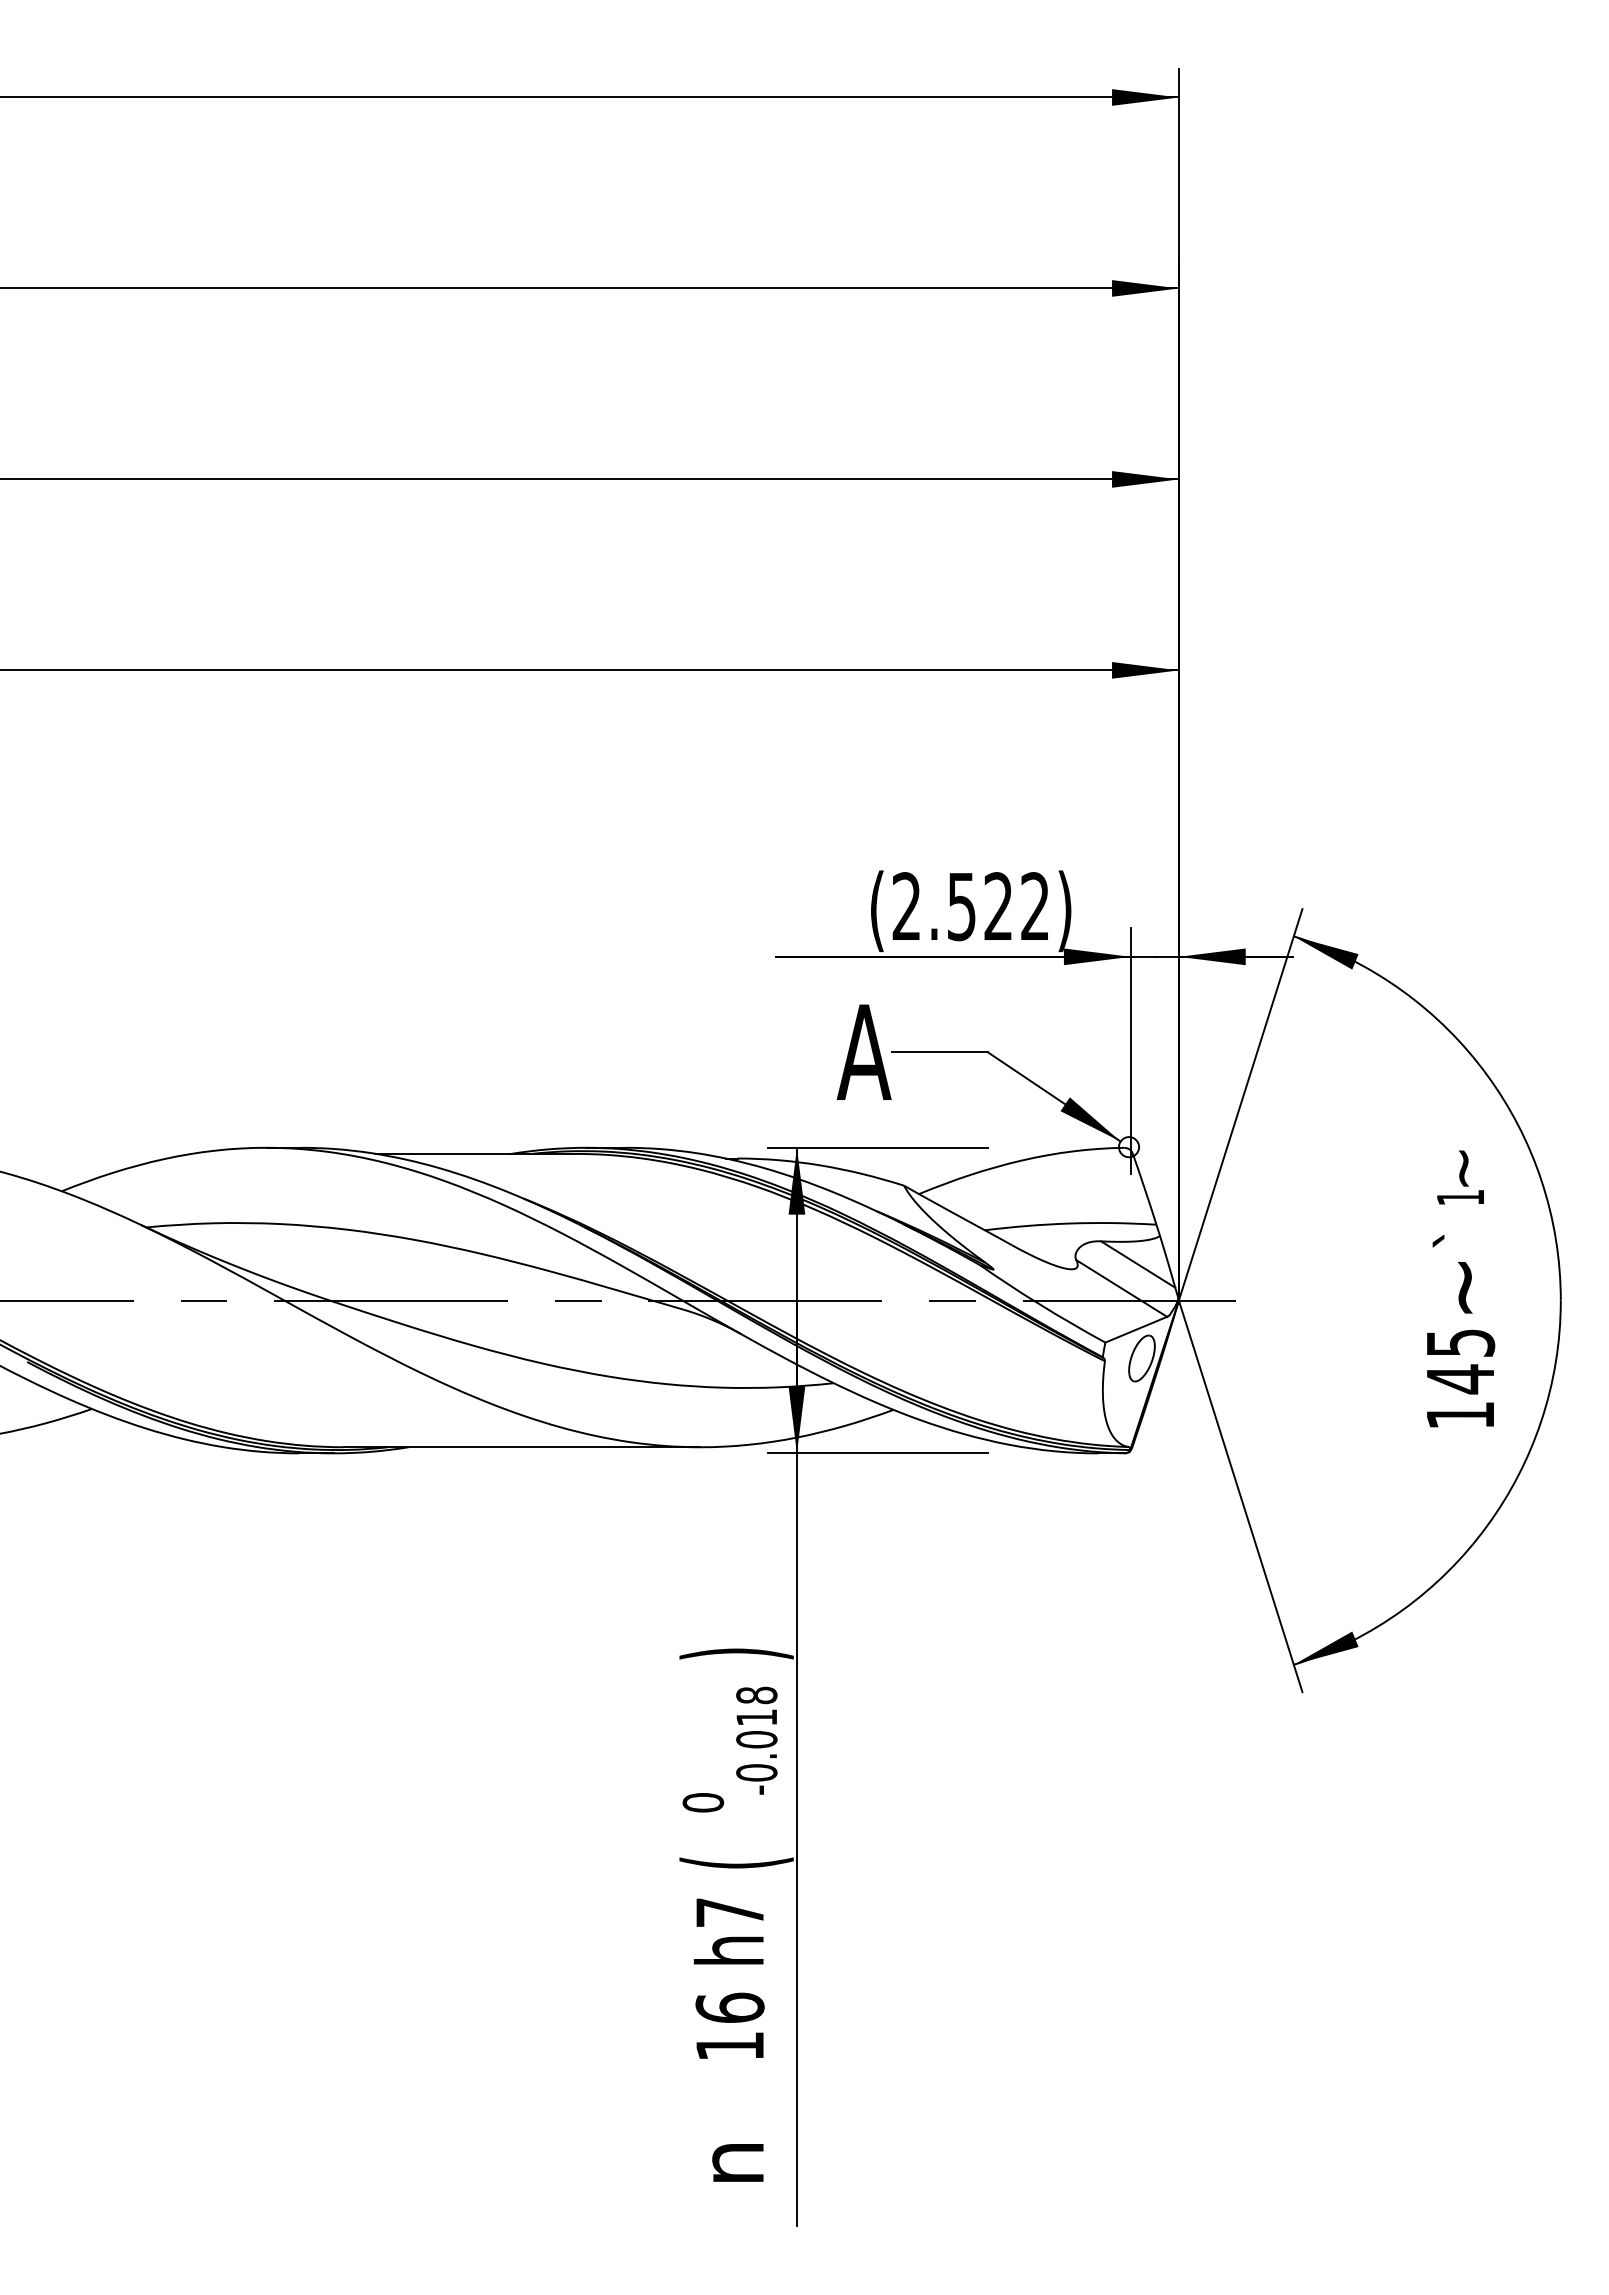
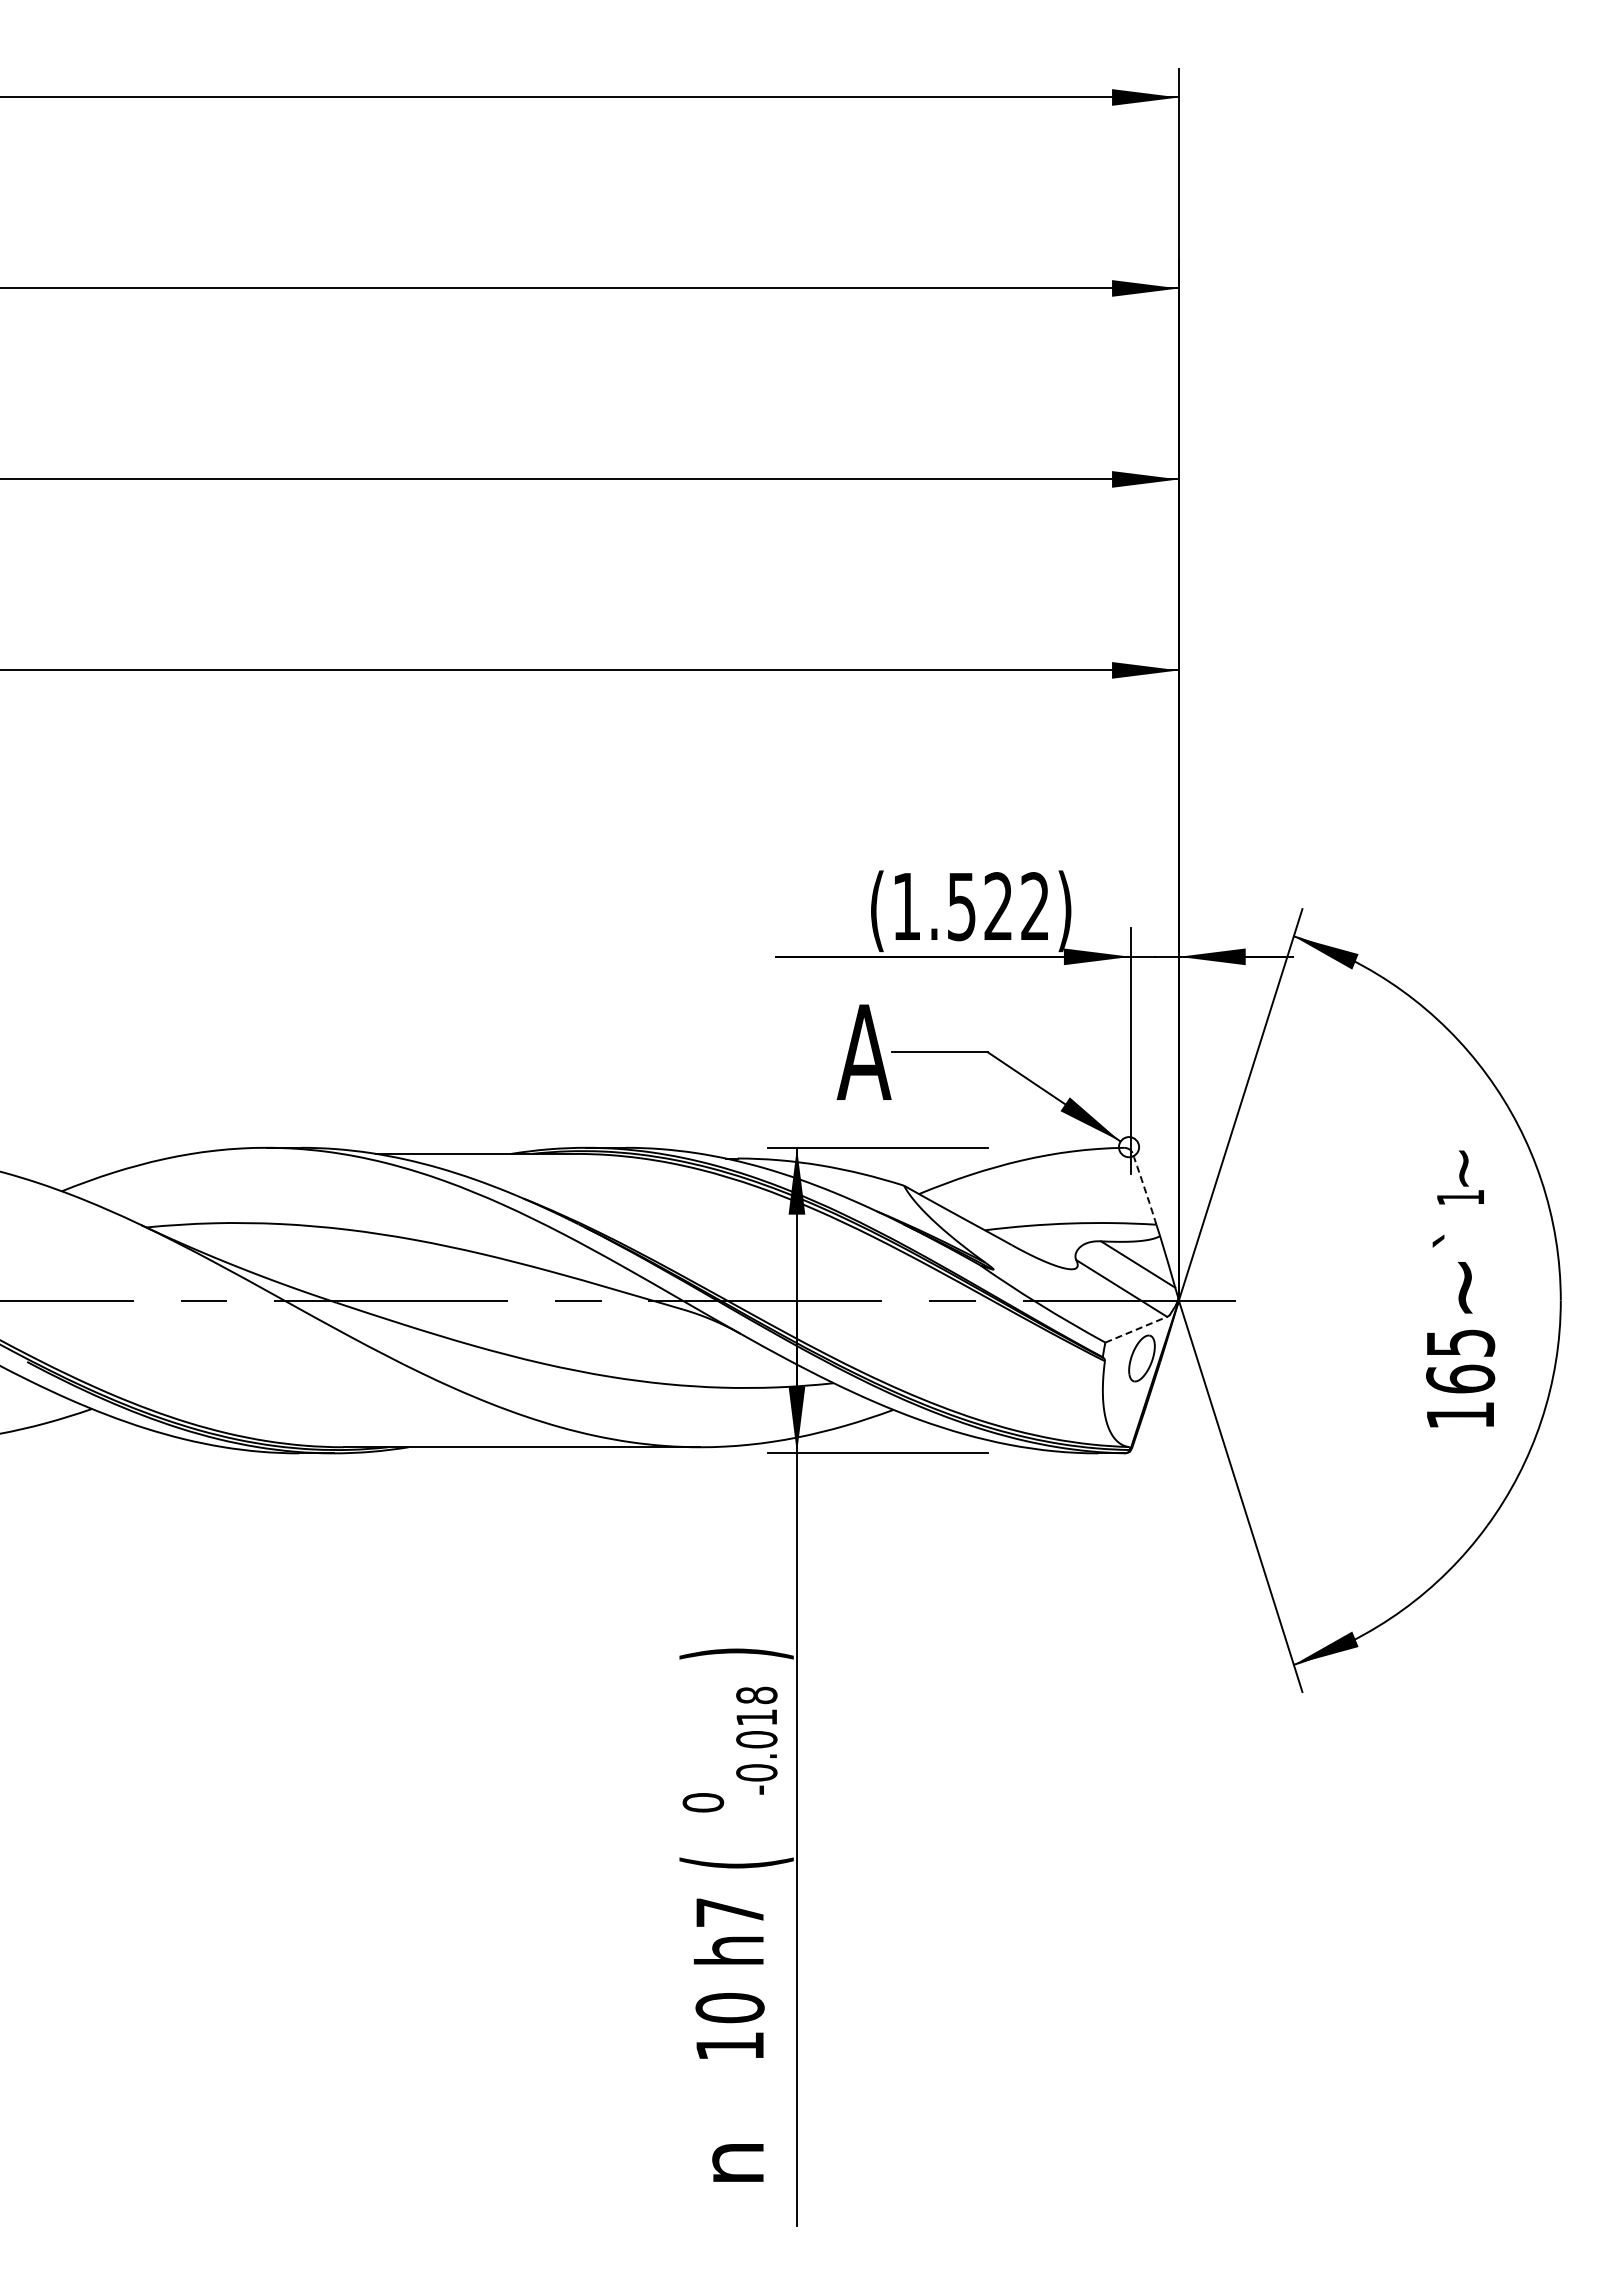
text at (905, 905): (2.522) -> (1.522)
arc at (1144, 1188): solid -> dashed
line at (1136, 1329): solid -> dashed
text at (1460, 1379): 145 -> 165
text at (729, 2007): 16 -> 10
